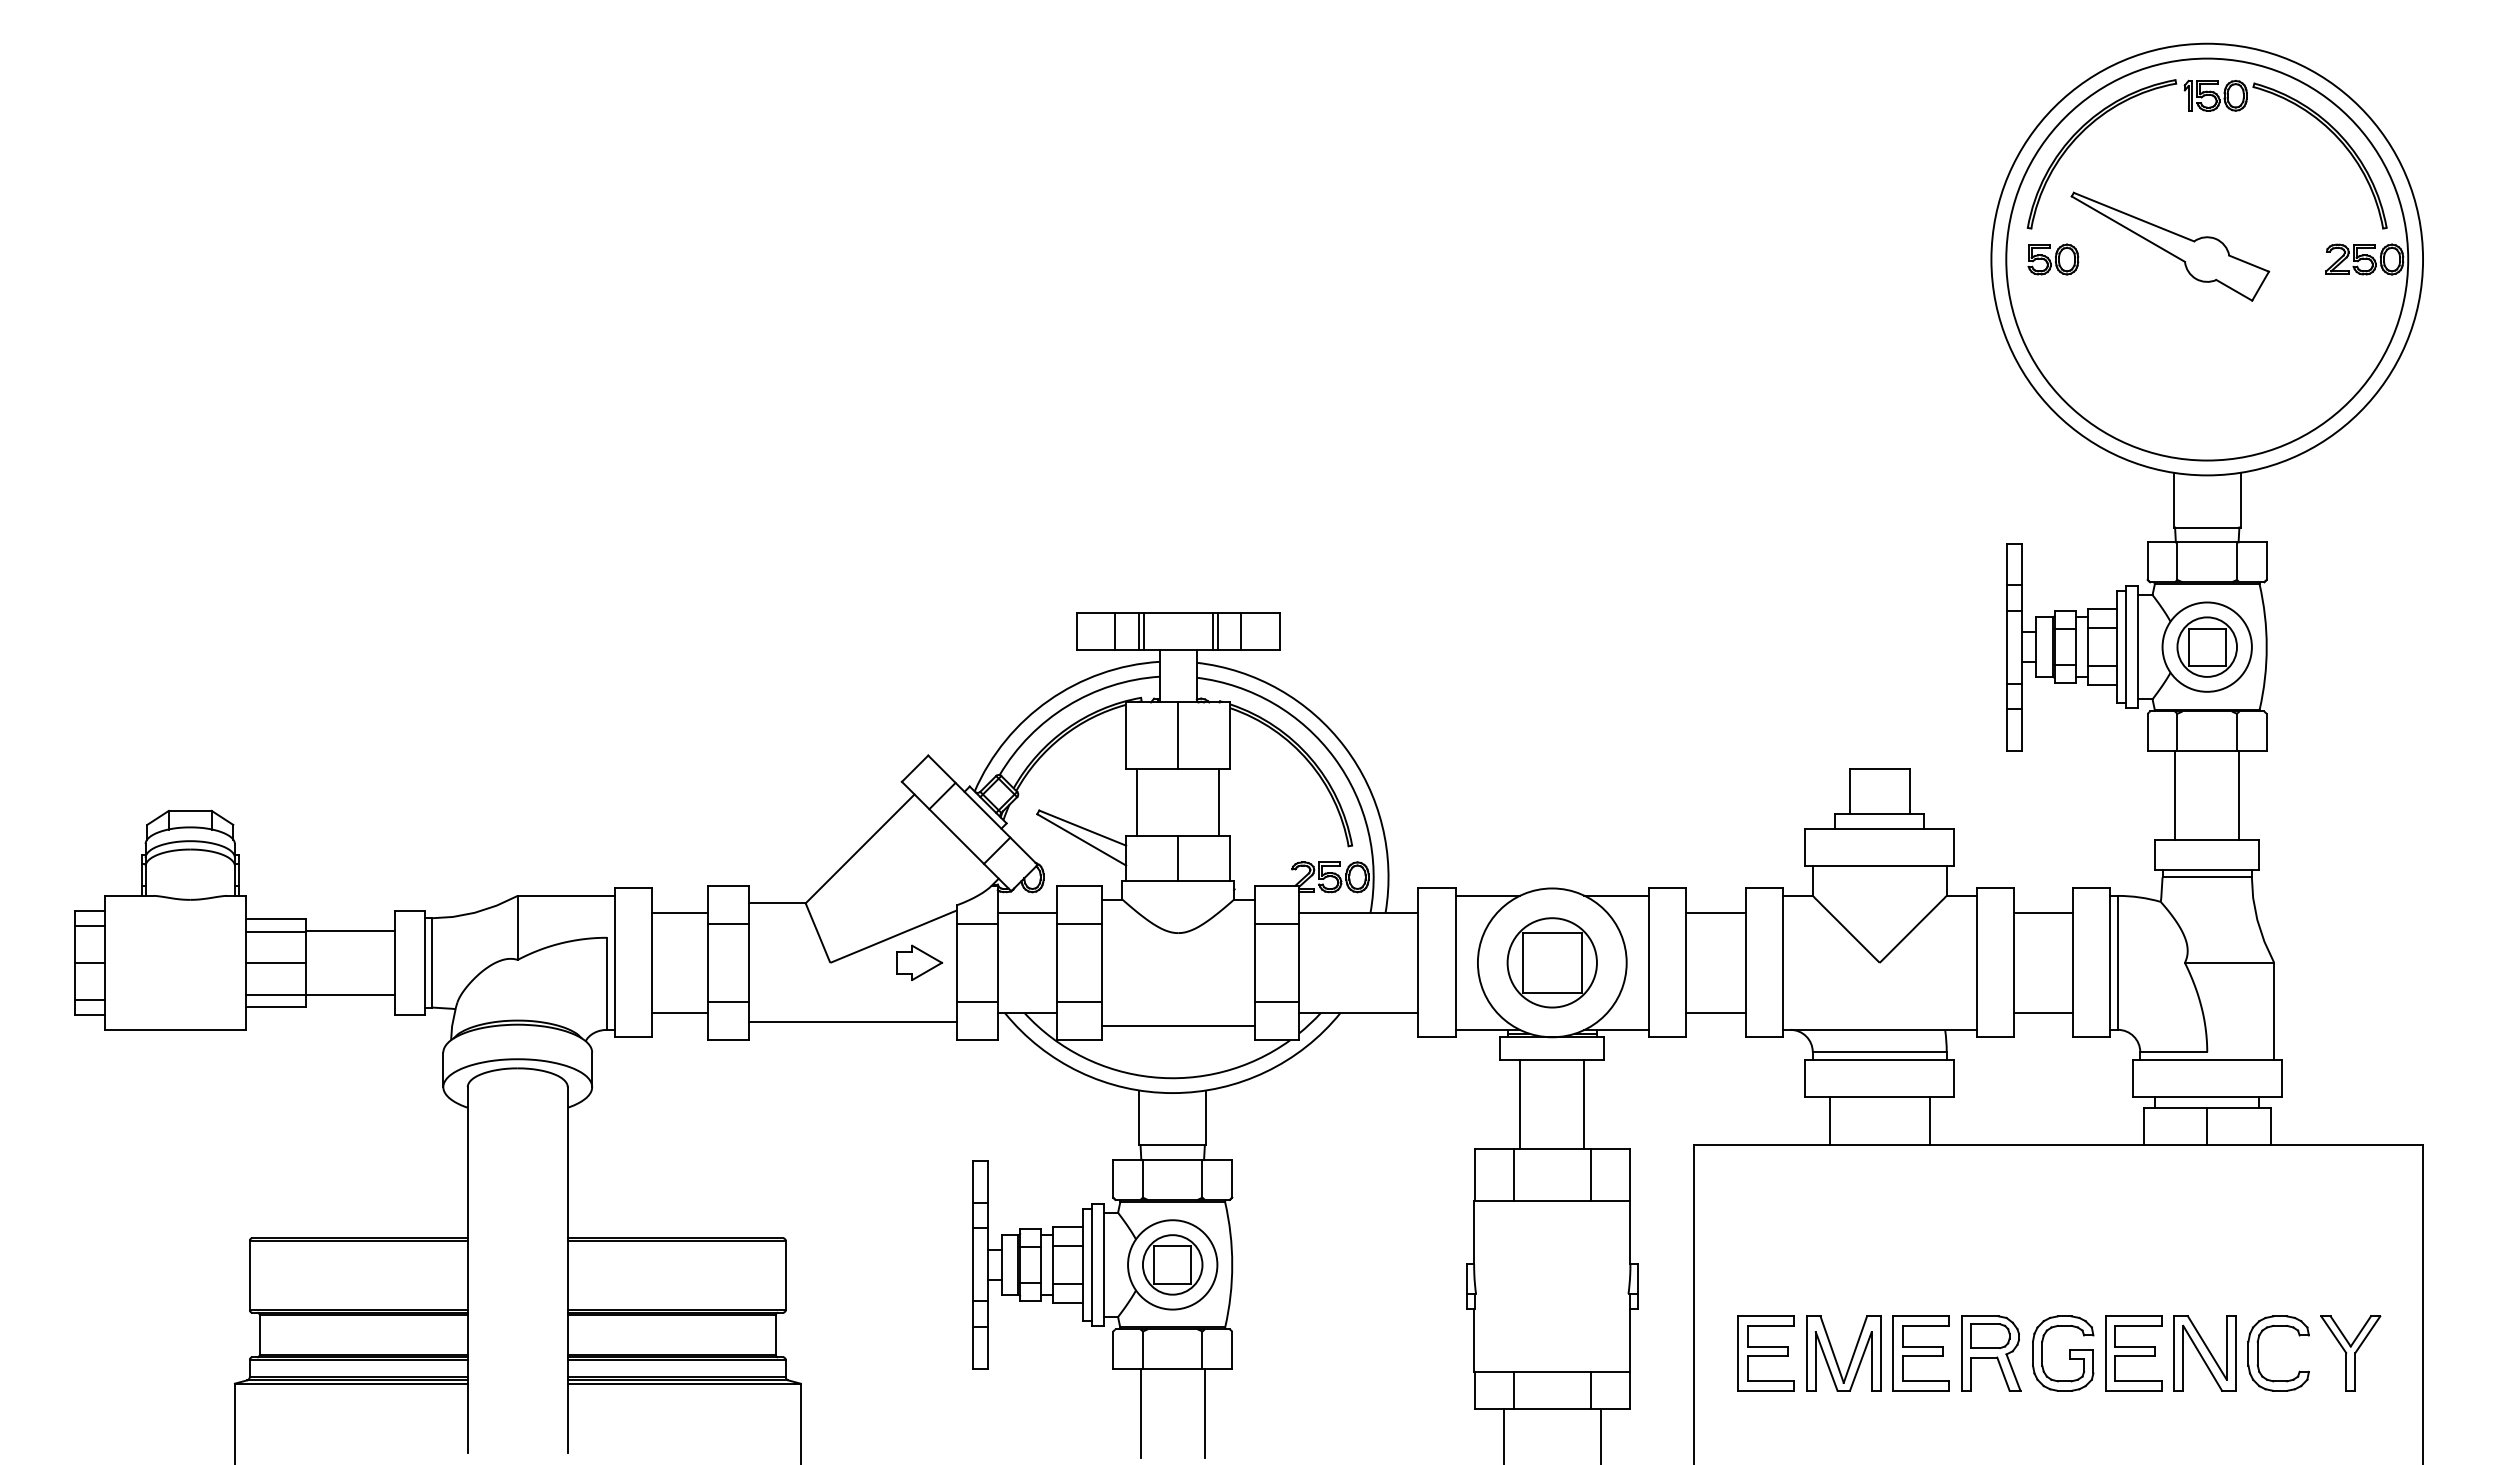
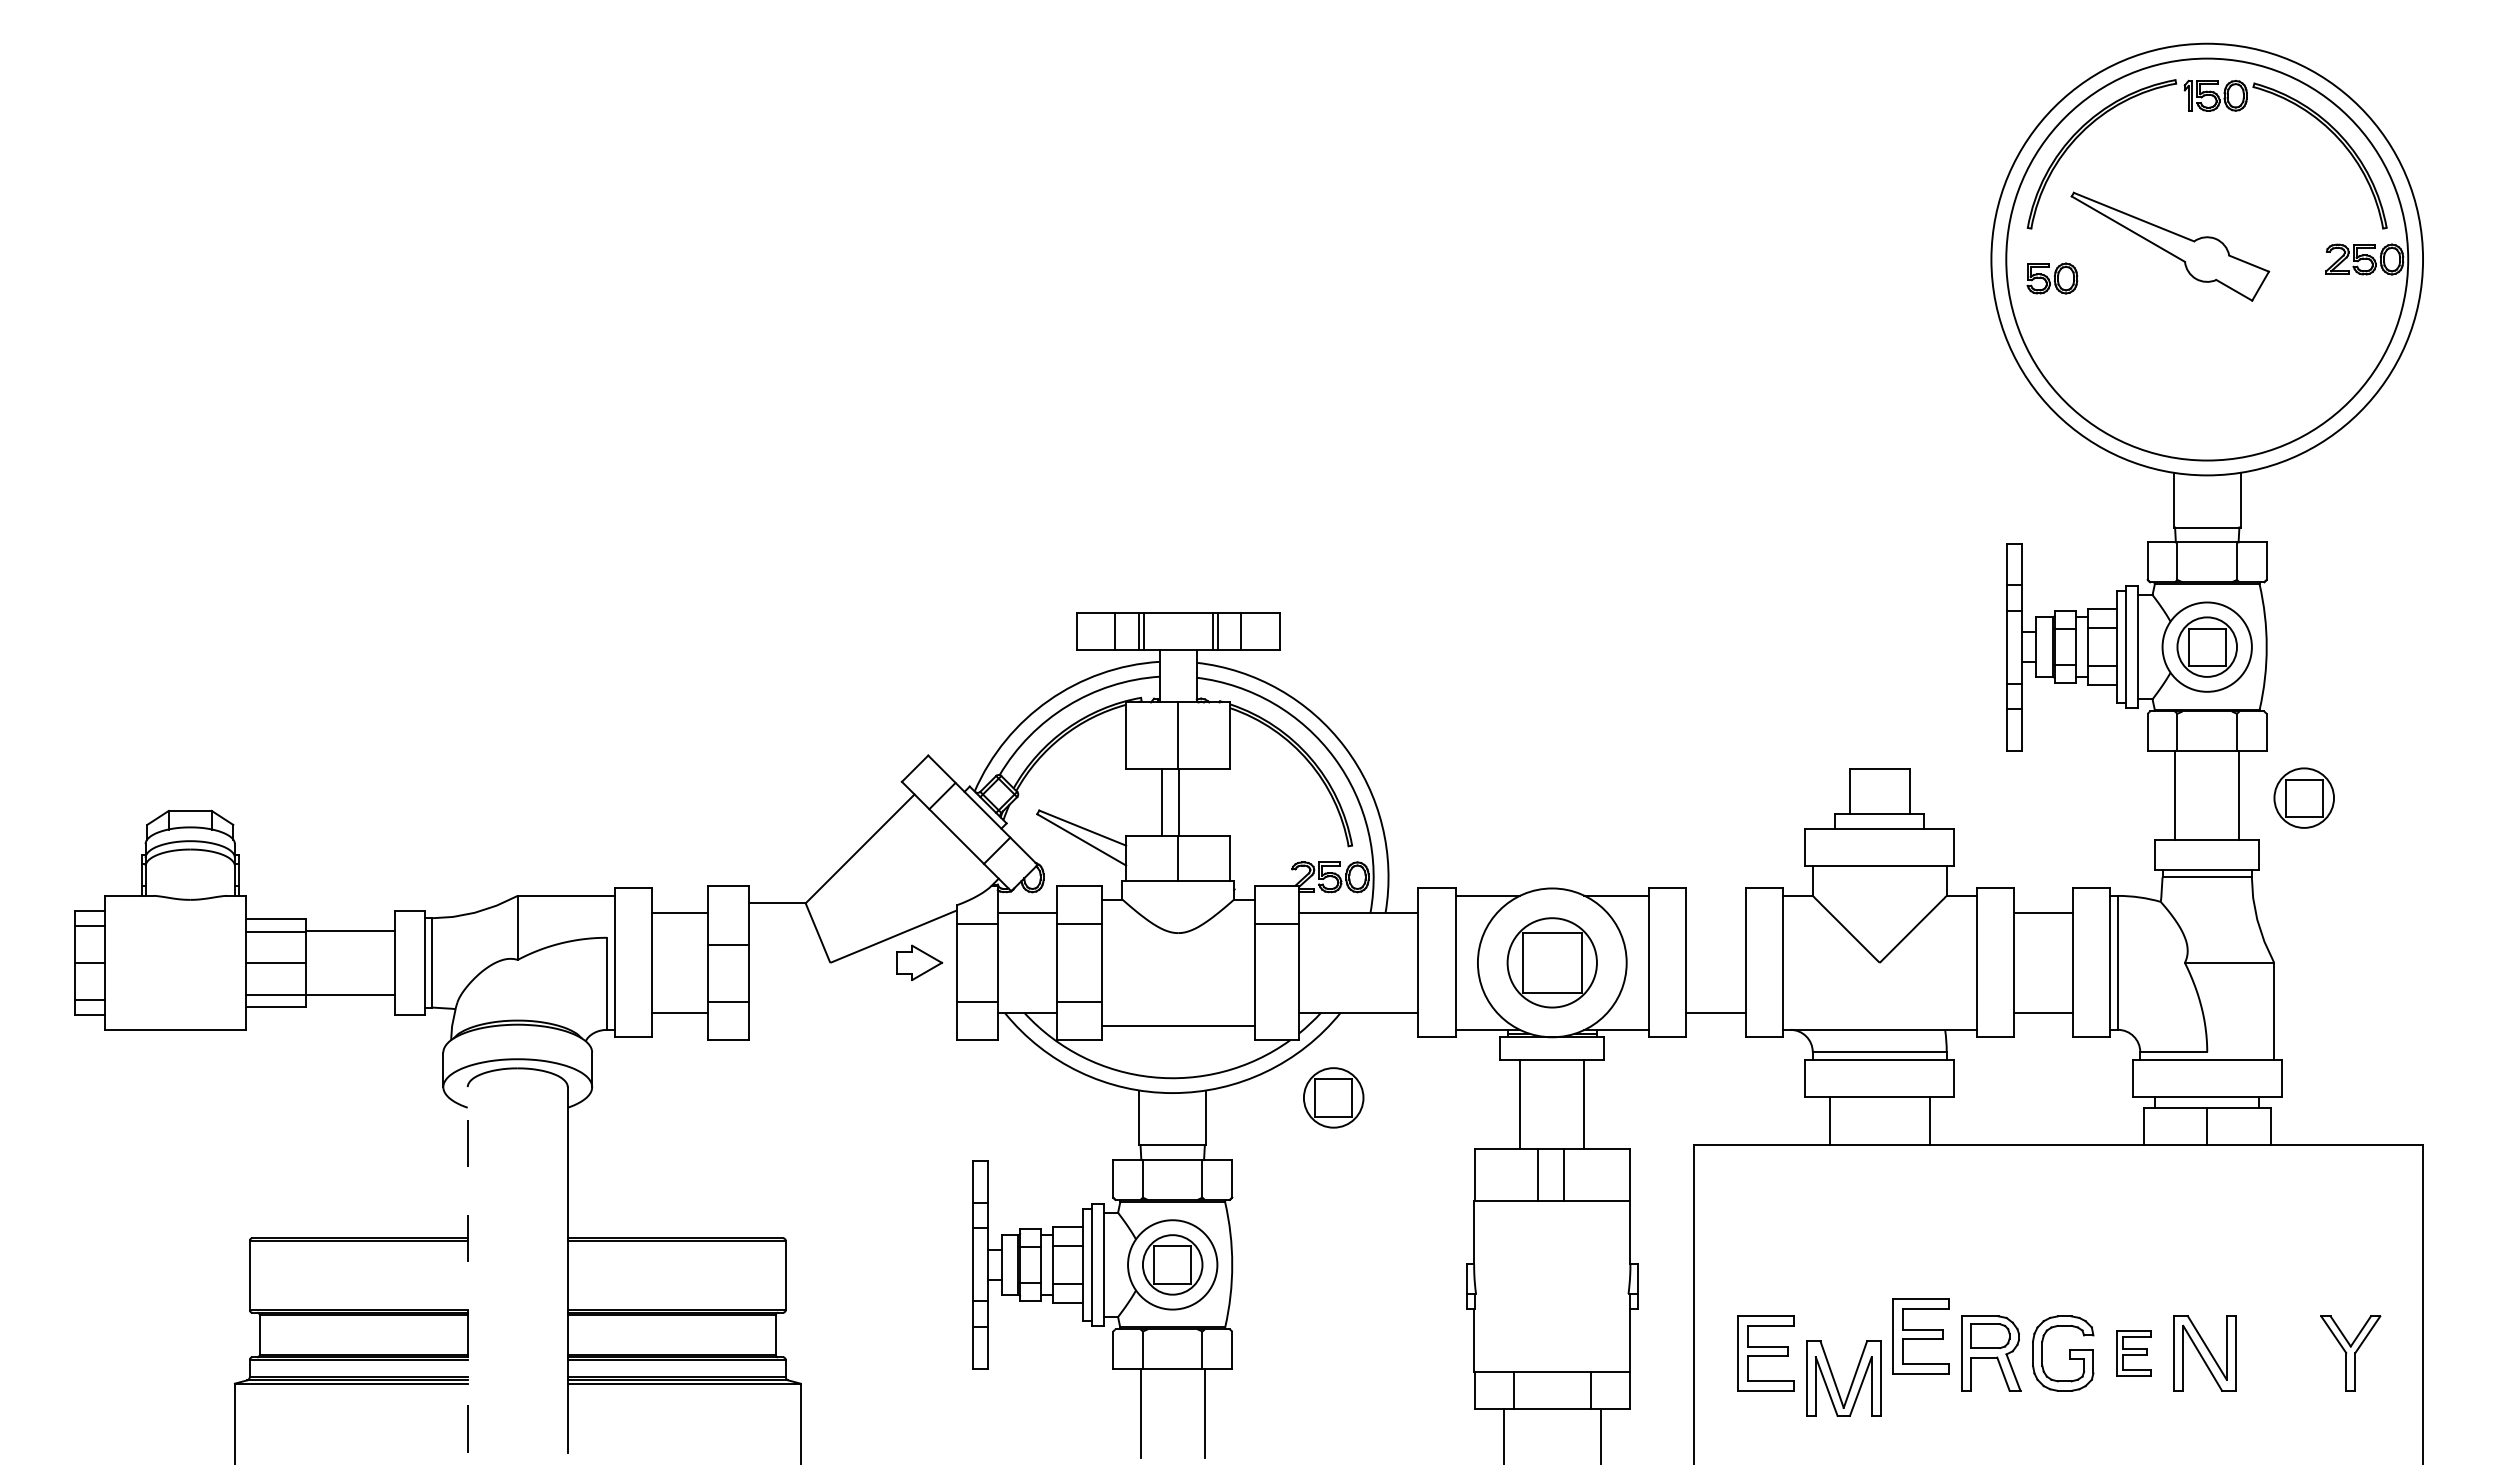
part at (2053, 259) position: (2053, 259) -> (2052, 278)
part at (2303, 797): none -> present
line at (1137, 802) position: (1137, 802) -> (1162, 802)
line at (1219, 802) position: (1219, 802) -> (1179, 802)
line at (1715, 912): present -> none
line at (727, 924) position: (727, 924) -> (727, 945)
line at (1276, 1001): present -> none
line at (852, 1022): present -> none
part at (1333, 1097): none -> present
line at (1513, 1174) position: (1513, 1174) -> (1537, 1174)
line at (1590, 1174) position: (1590, 1174) -> (1563, 1174)
line at (467, 1270): solid -> dashed
part at (1920, 1353) position: (1920, 1353) -> (1920, 1336)
part at (2133, 1353) size: 58x77 px -> 36x47 px
part at (2258, 1353): present -> none
part at (1835, 1355) position: (1835, 1355) -> (1835, 1380)
